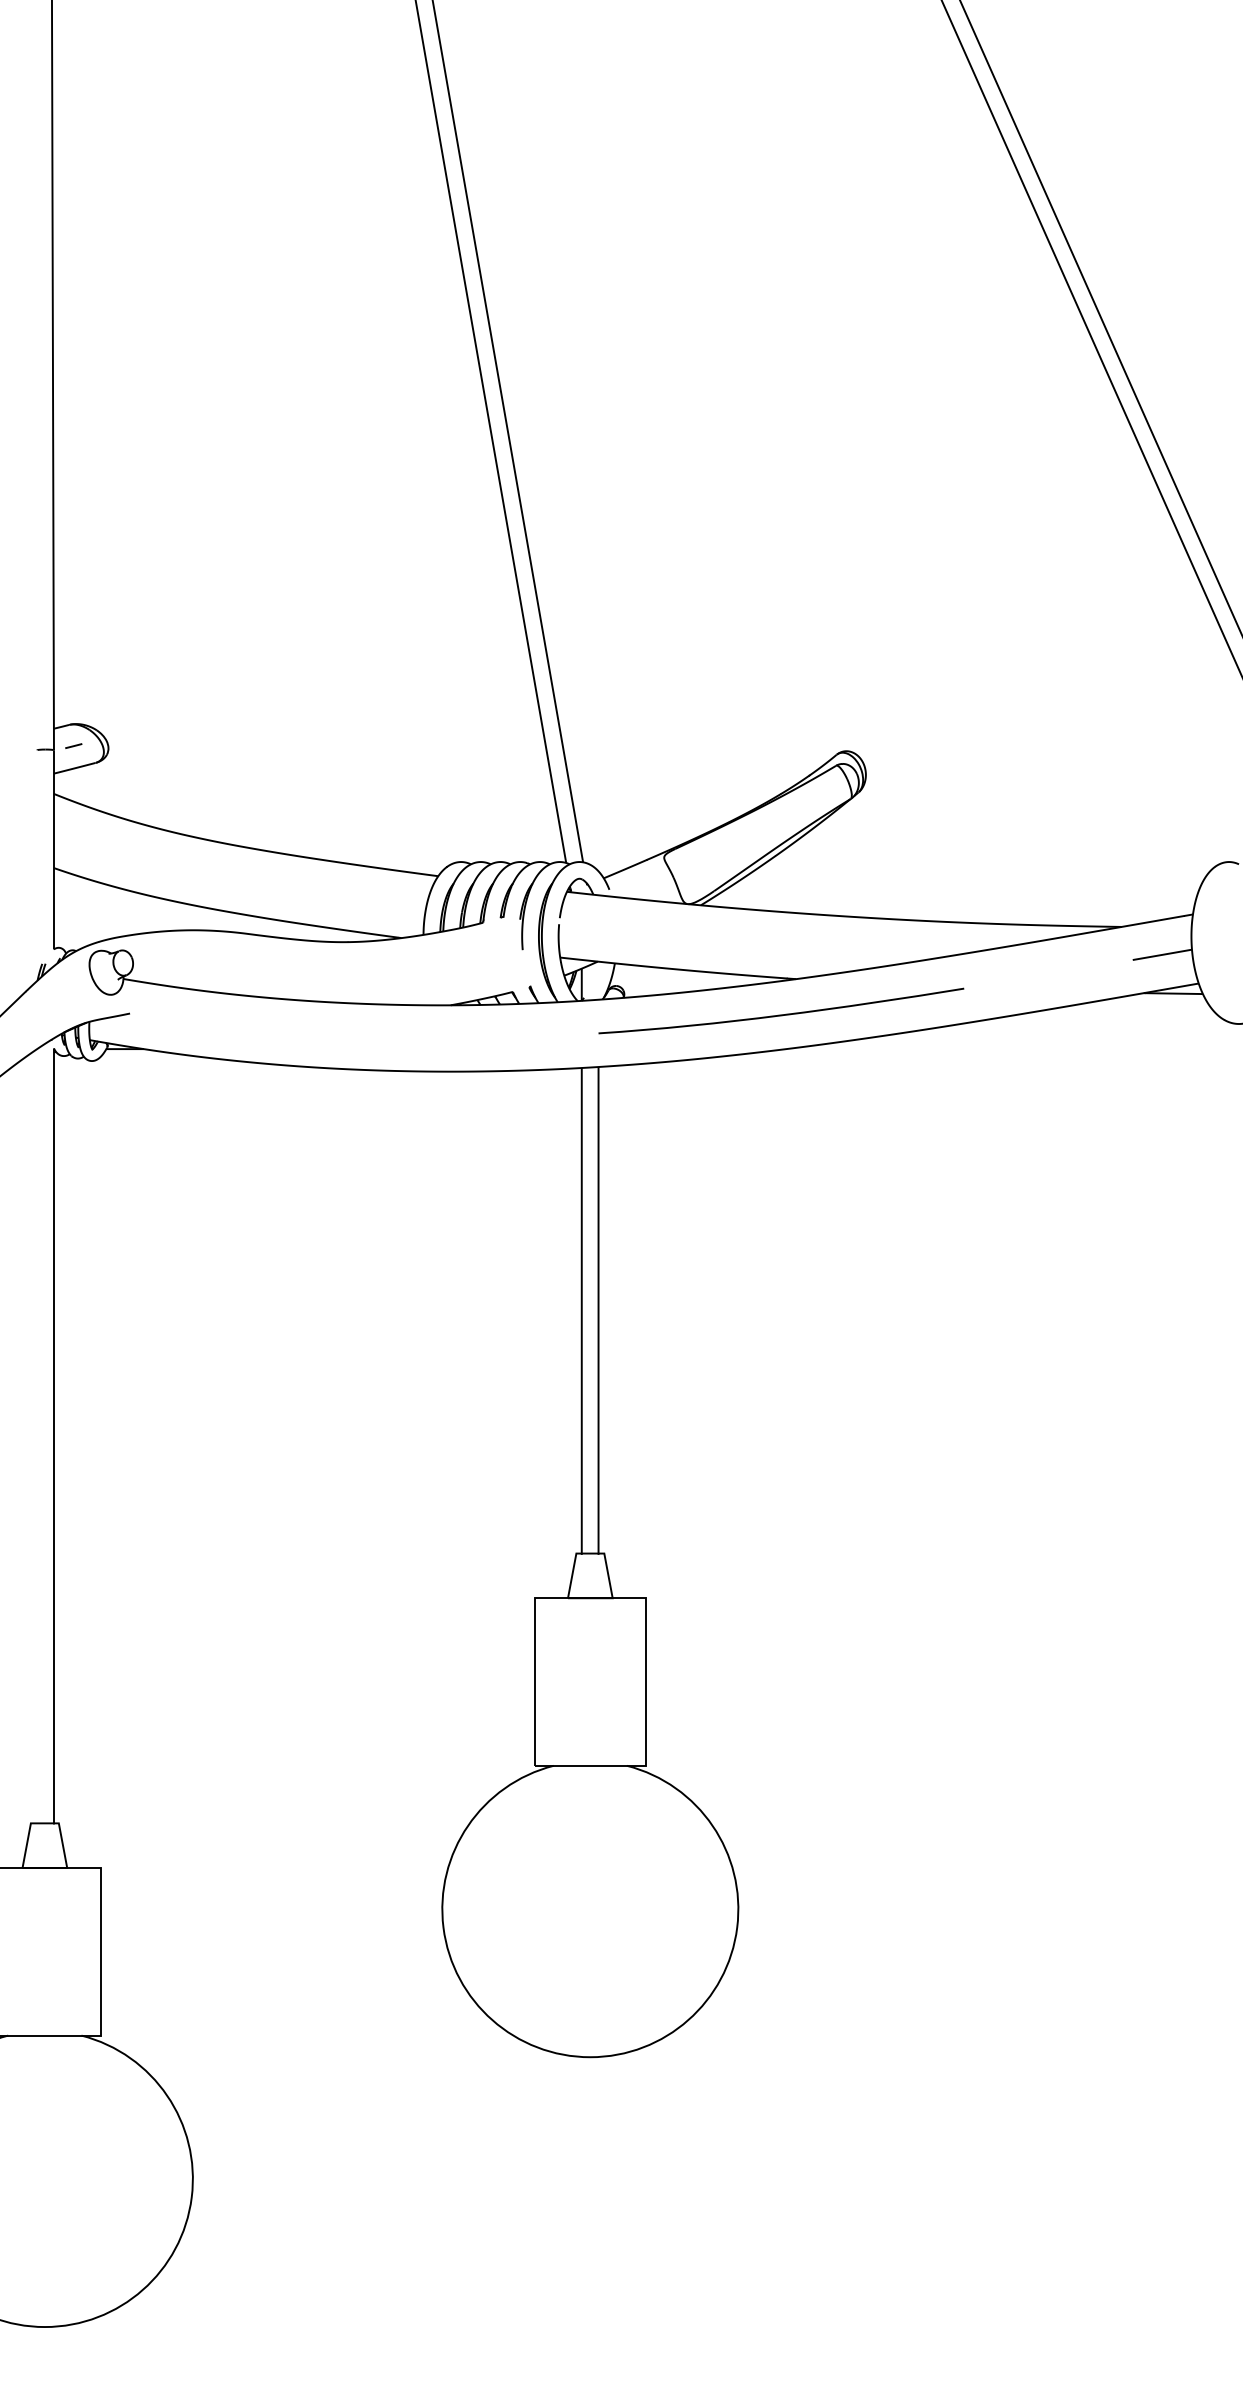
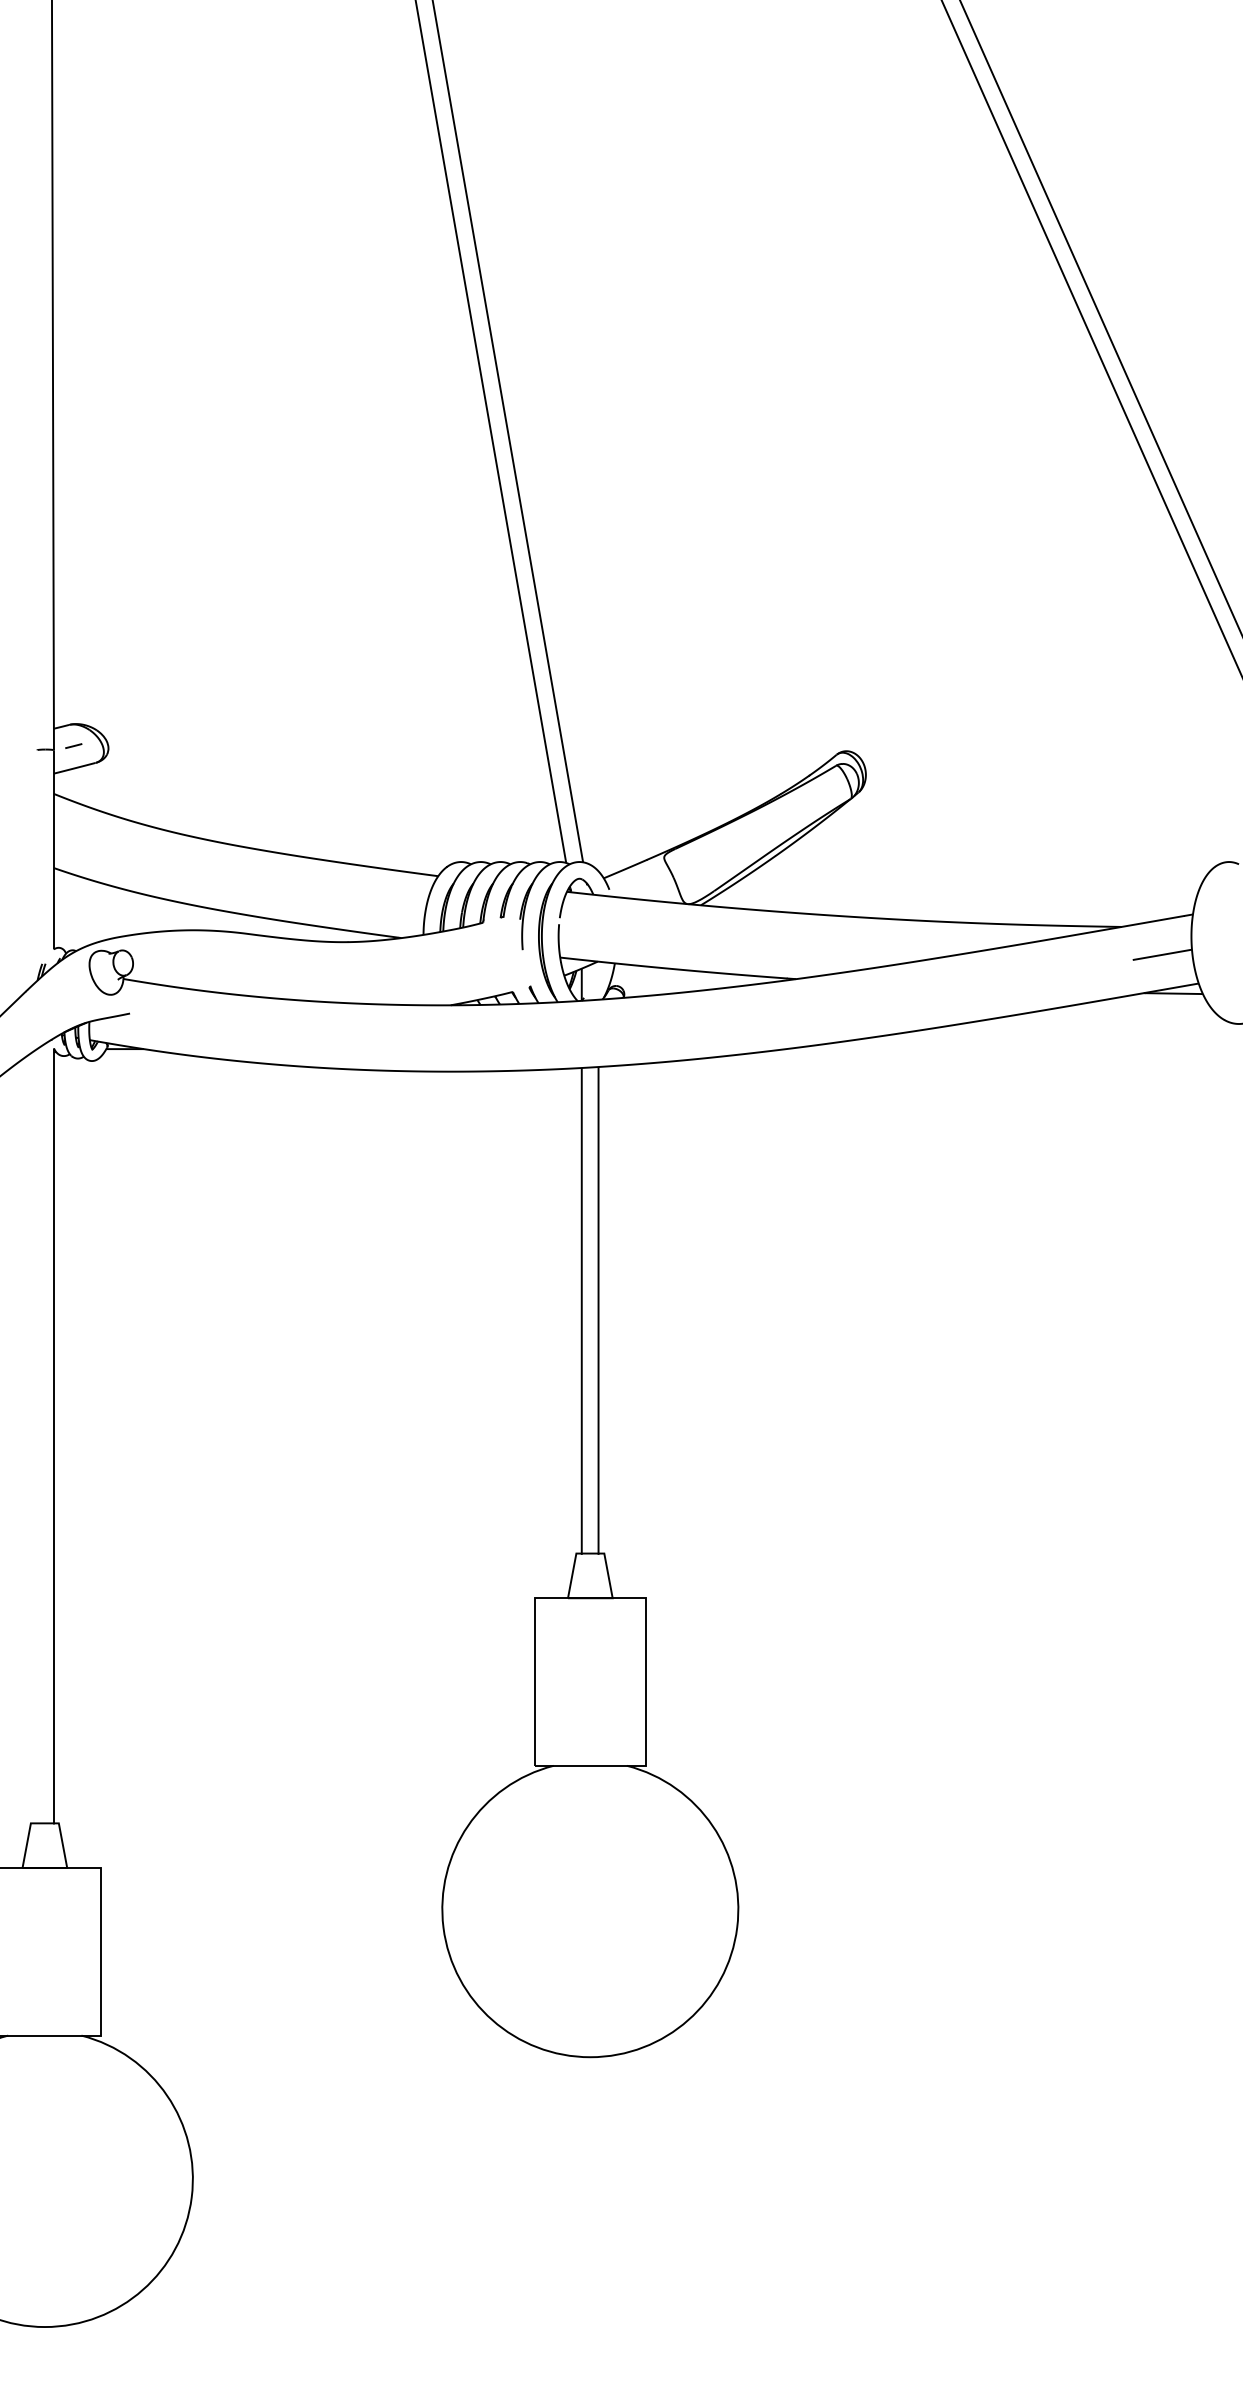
curve at (781, 1014): present -> none
